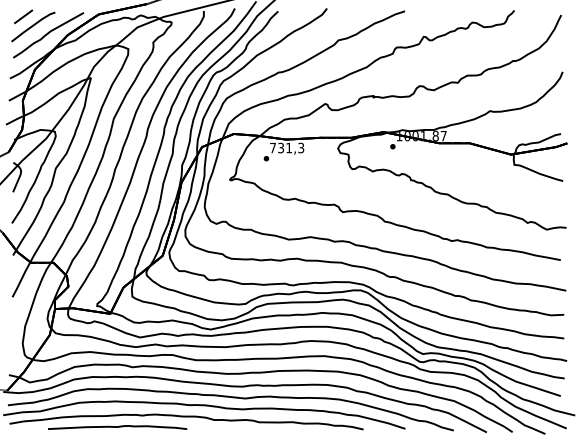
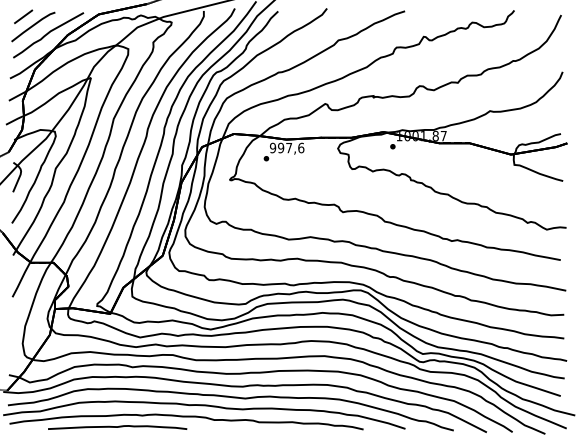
text at (286, 147): 731,3 -> 997,6
